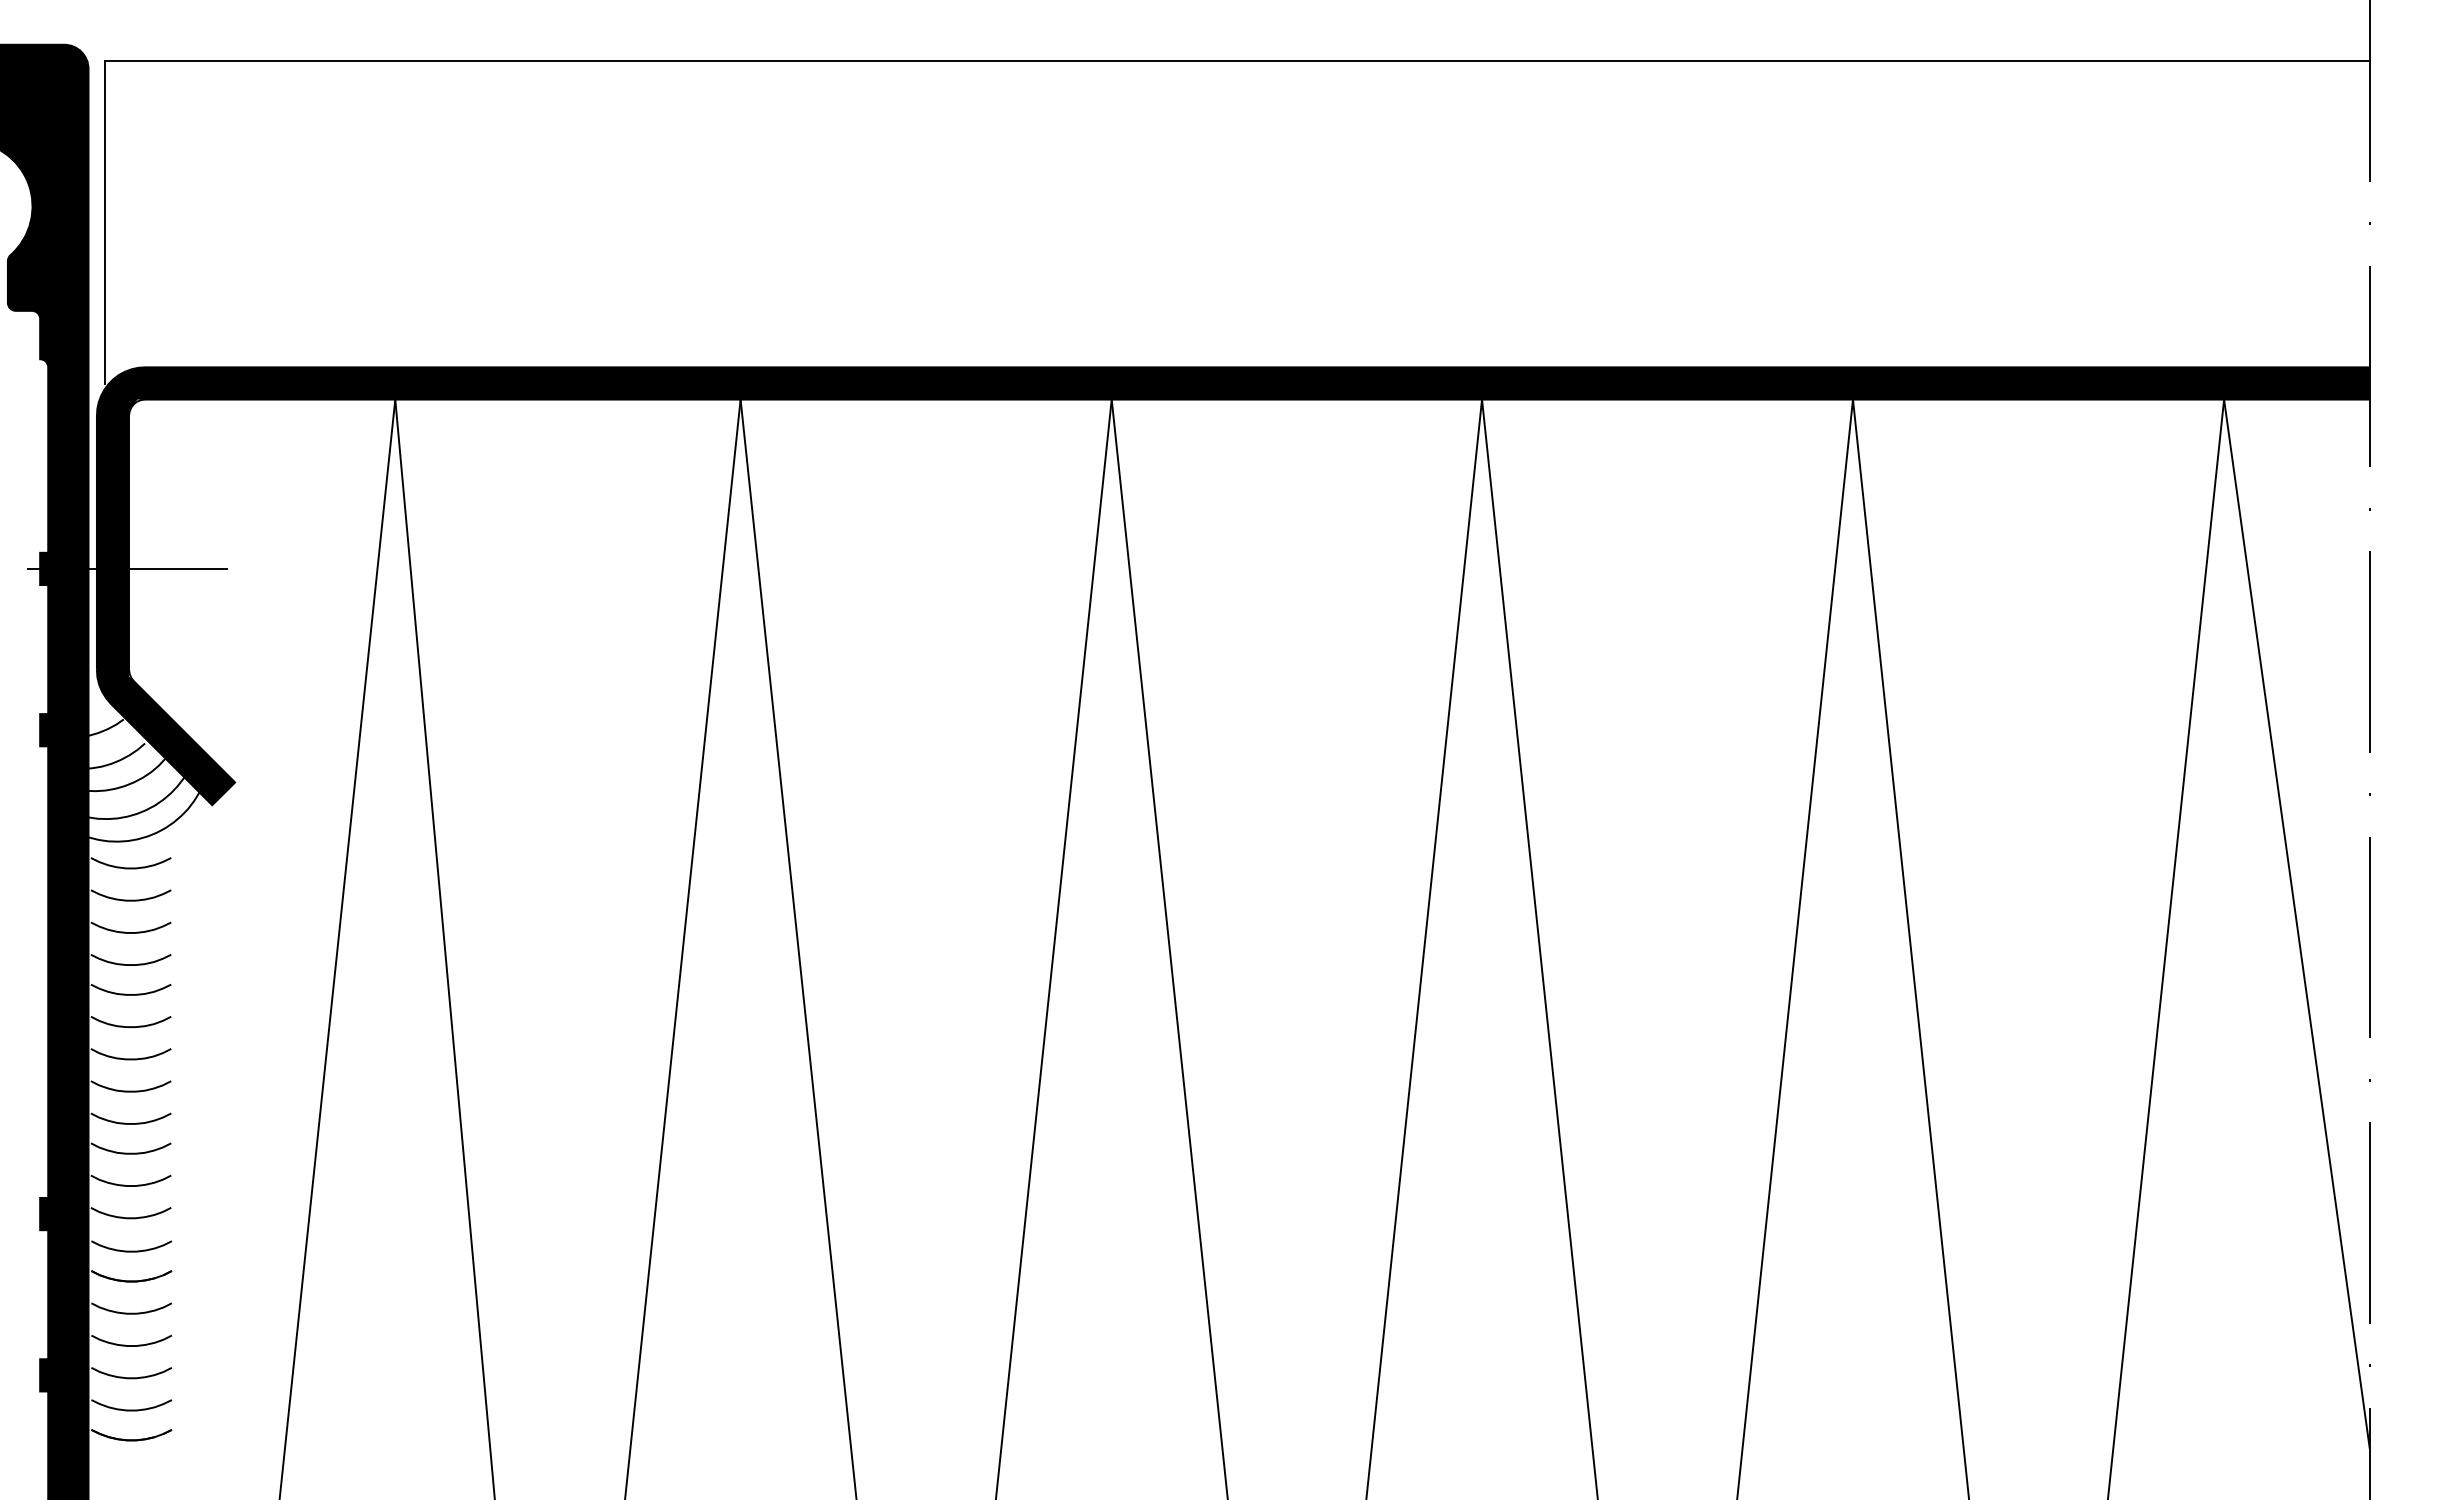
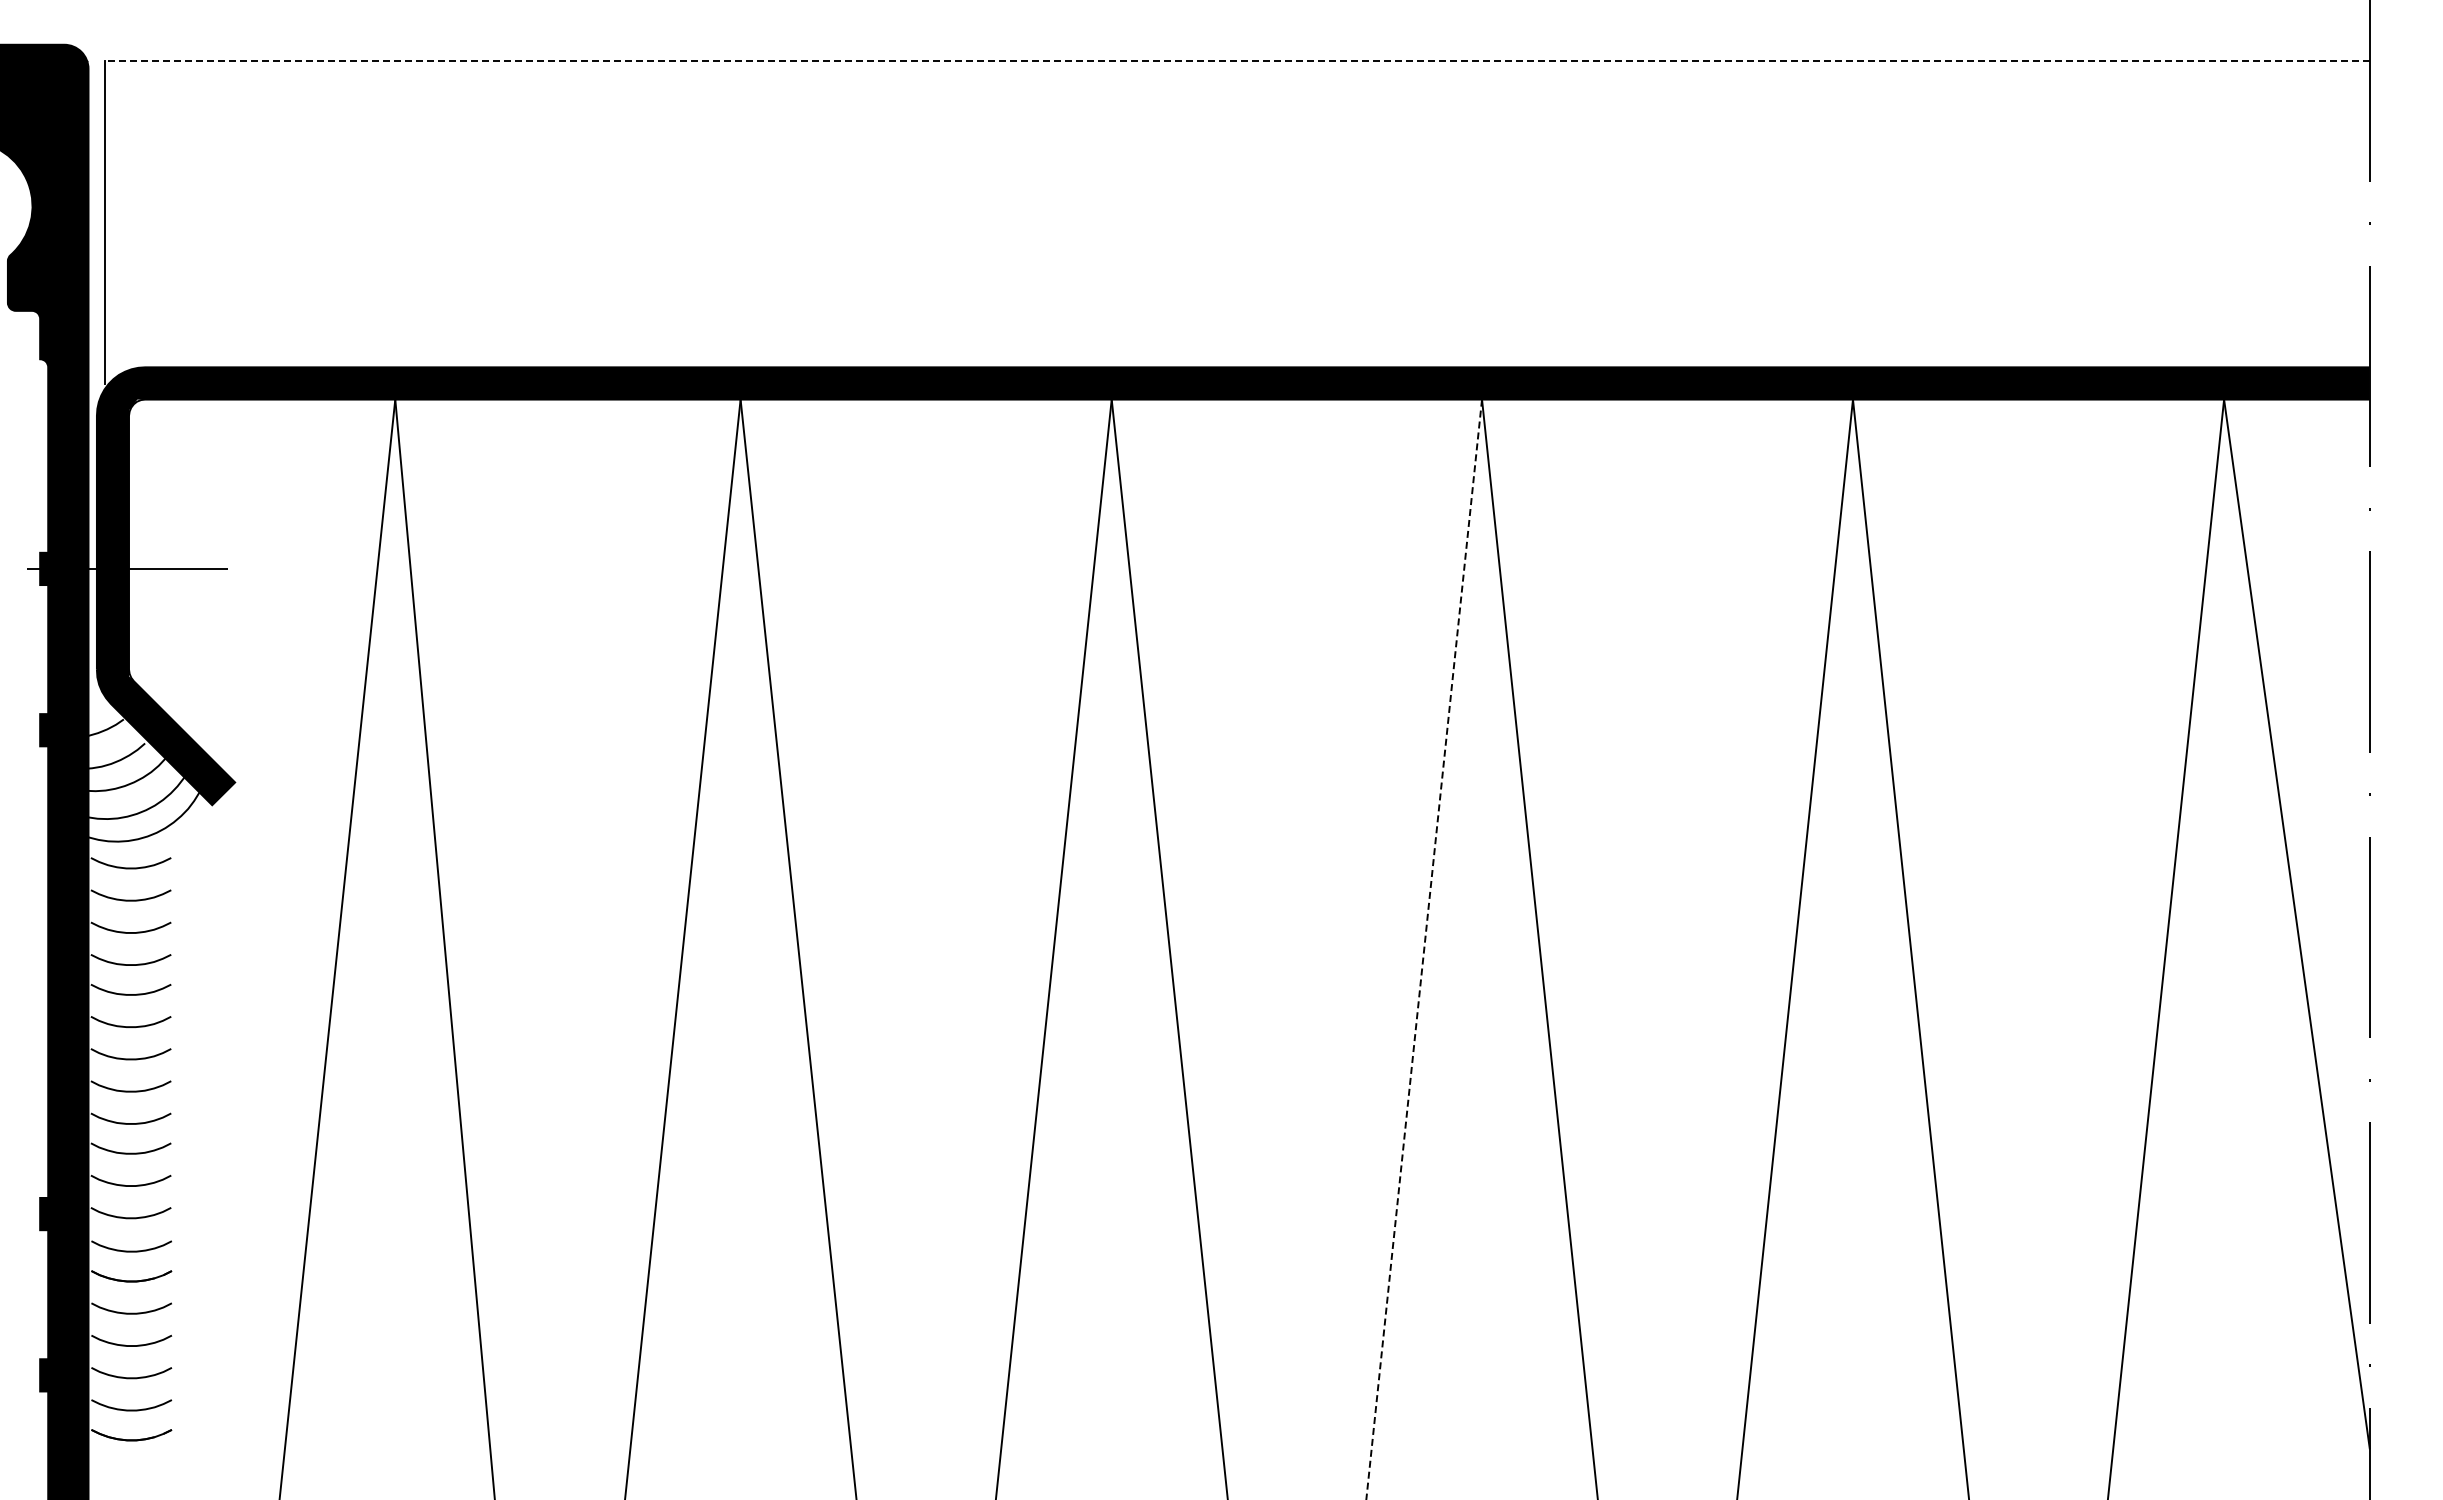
line at (1237, 60): solid -> dashed
line at (1424, 949): solid -> dashed
